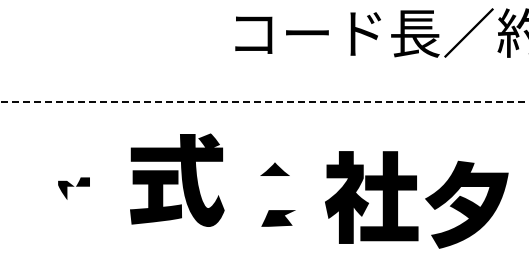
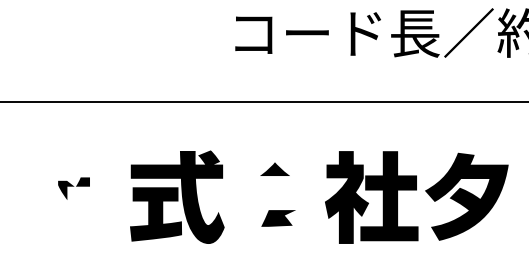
line at (264, 101): dashed -> solid
part at (177, 179) position: (177, 179) -> (177, 196)
part at (466, 204) position: (466, 204) -> (466, 196)
